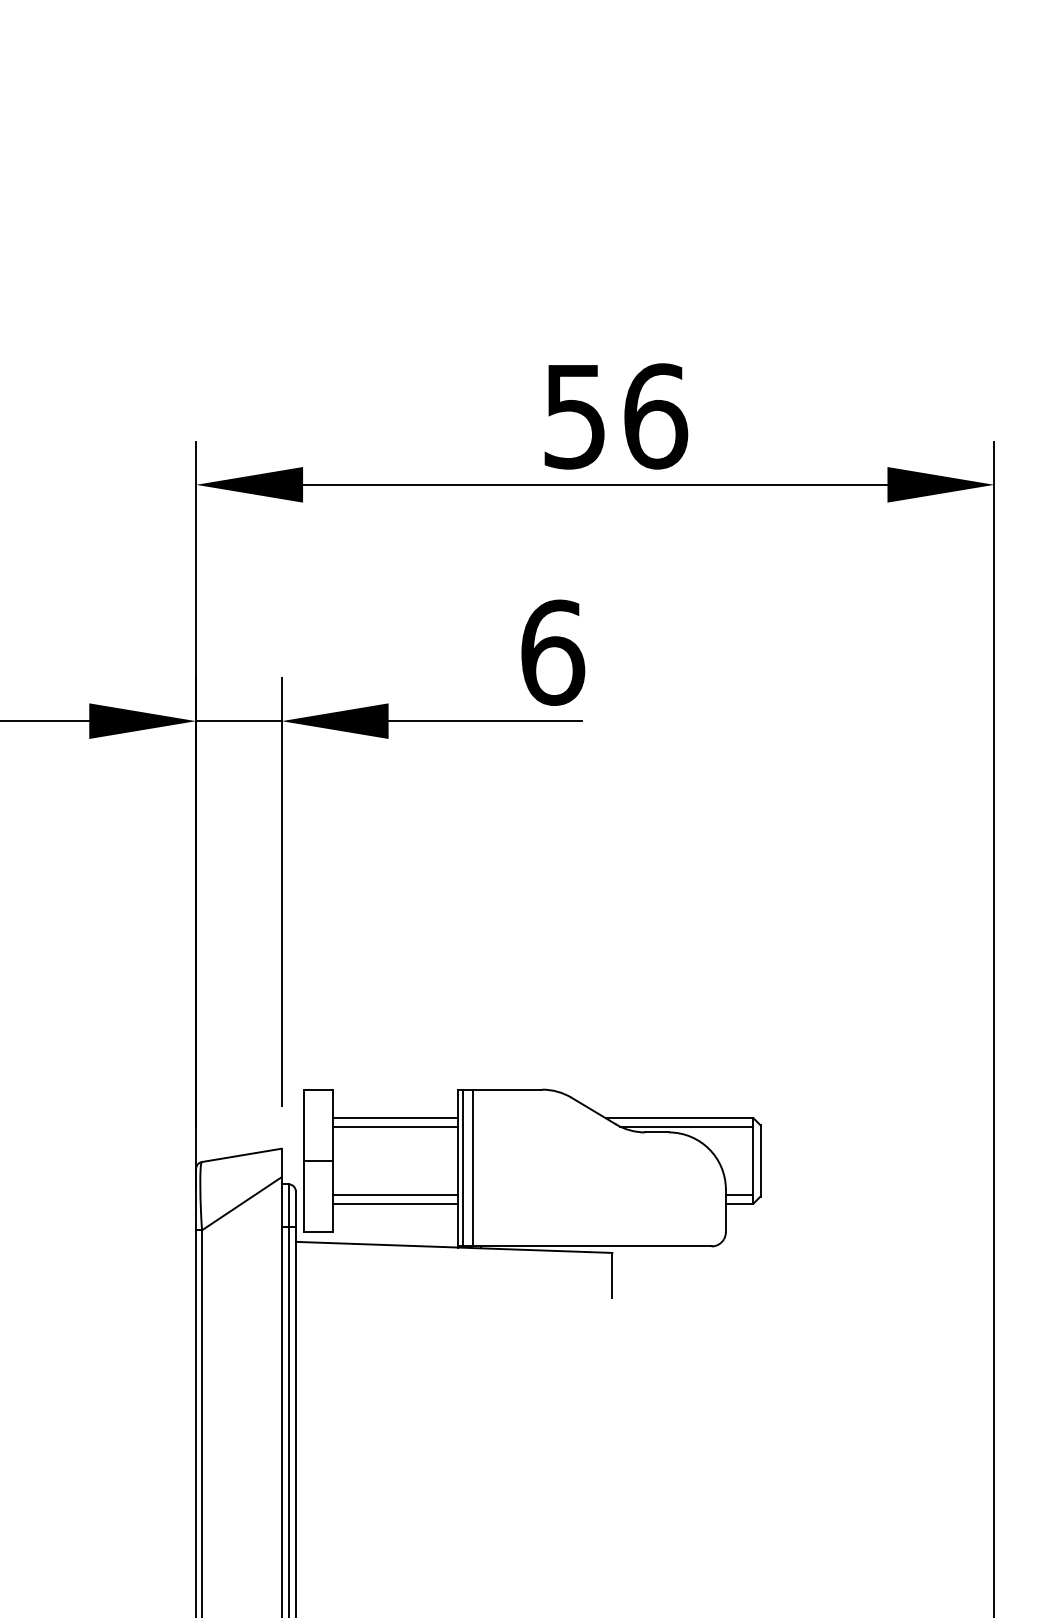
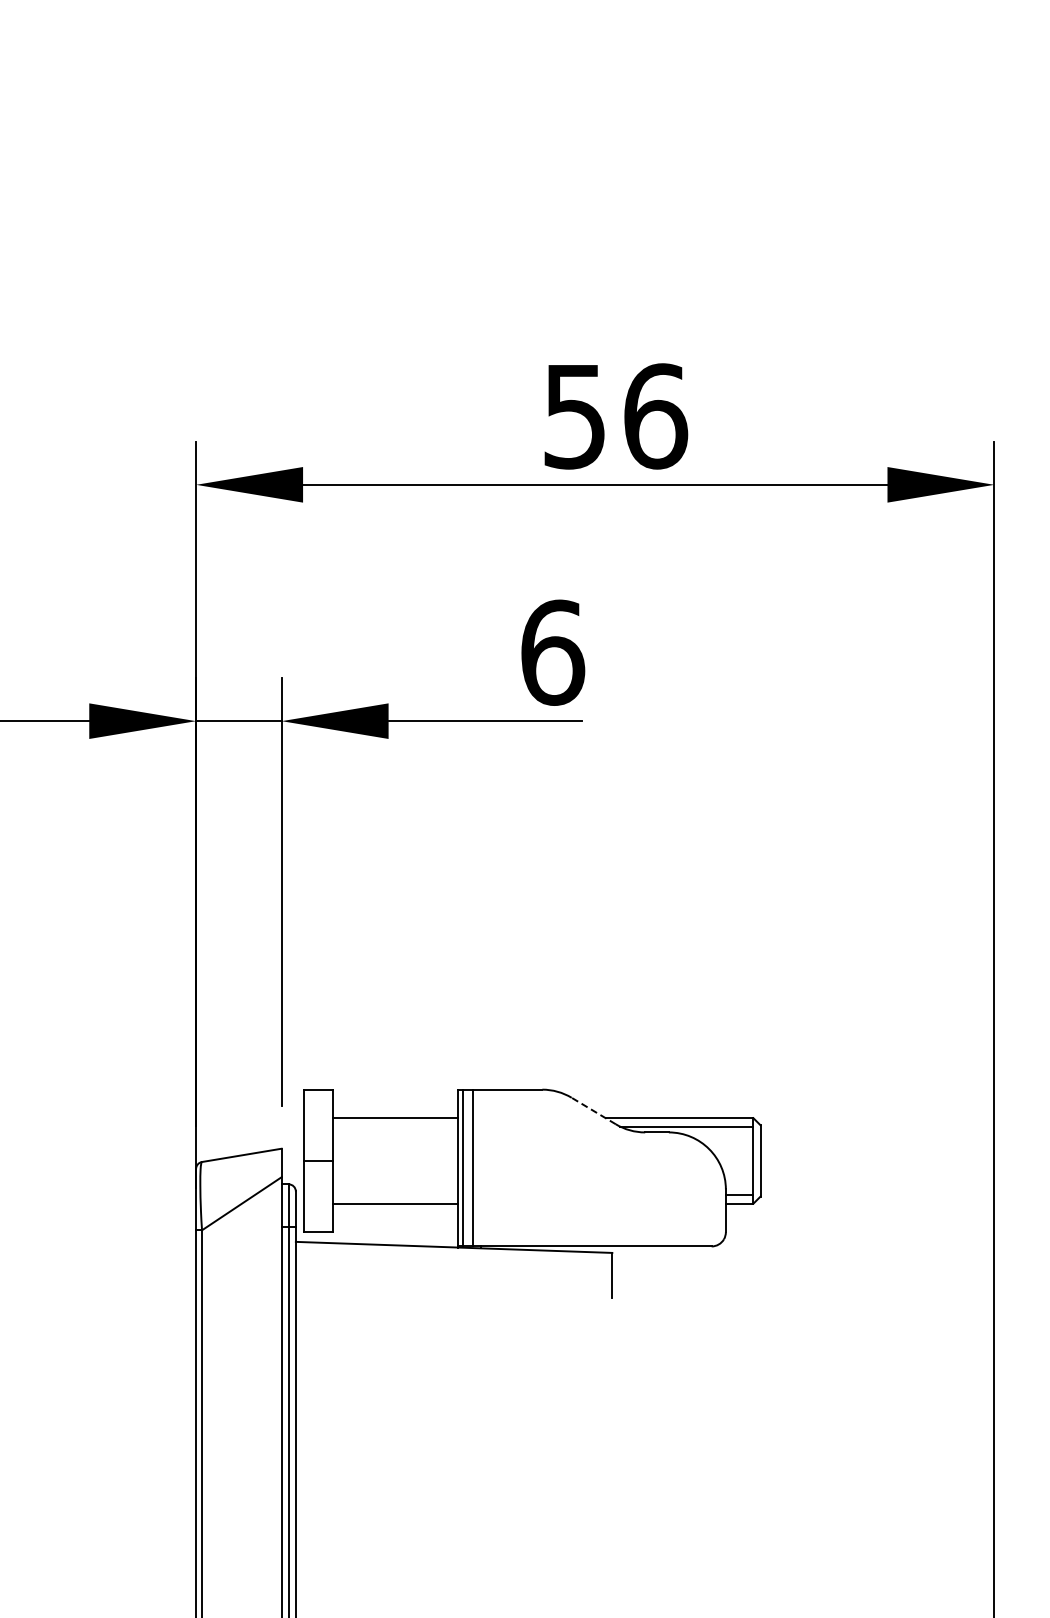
line at (593, 1111): solid -> dashed
line at (395, 1126): present -> none
line at (395, 1195): present -> none
